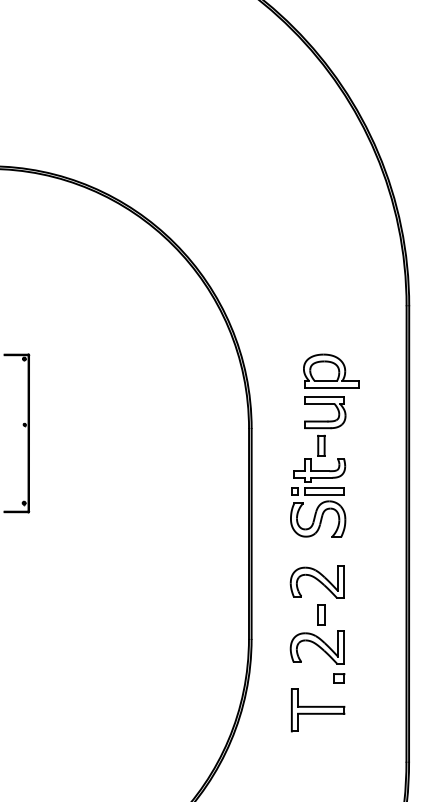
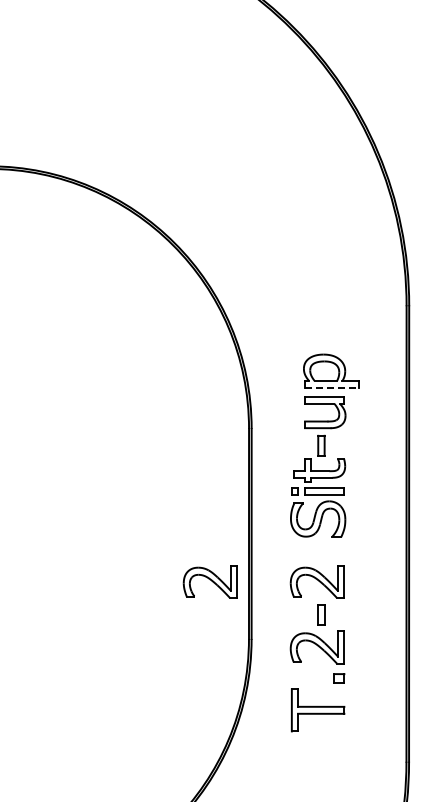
line at (332, 387): solid -> dashed
part at (23, 426): present -> none
part at (209, 581): none -> present
